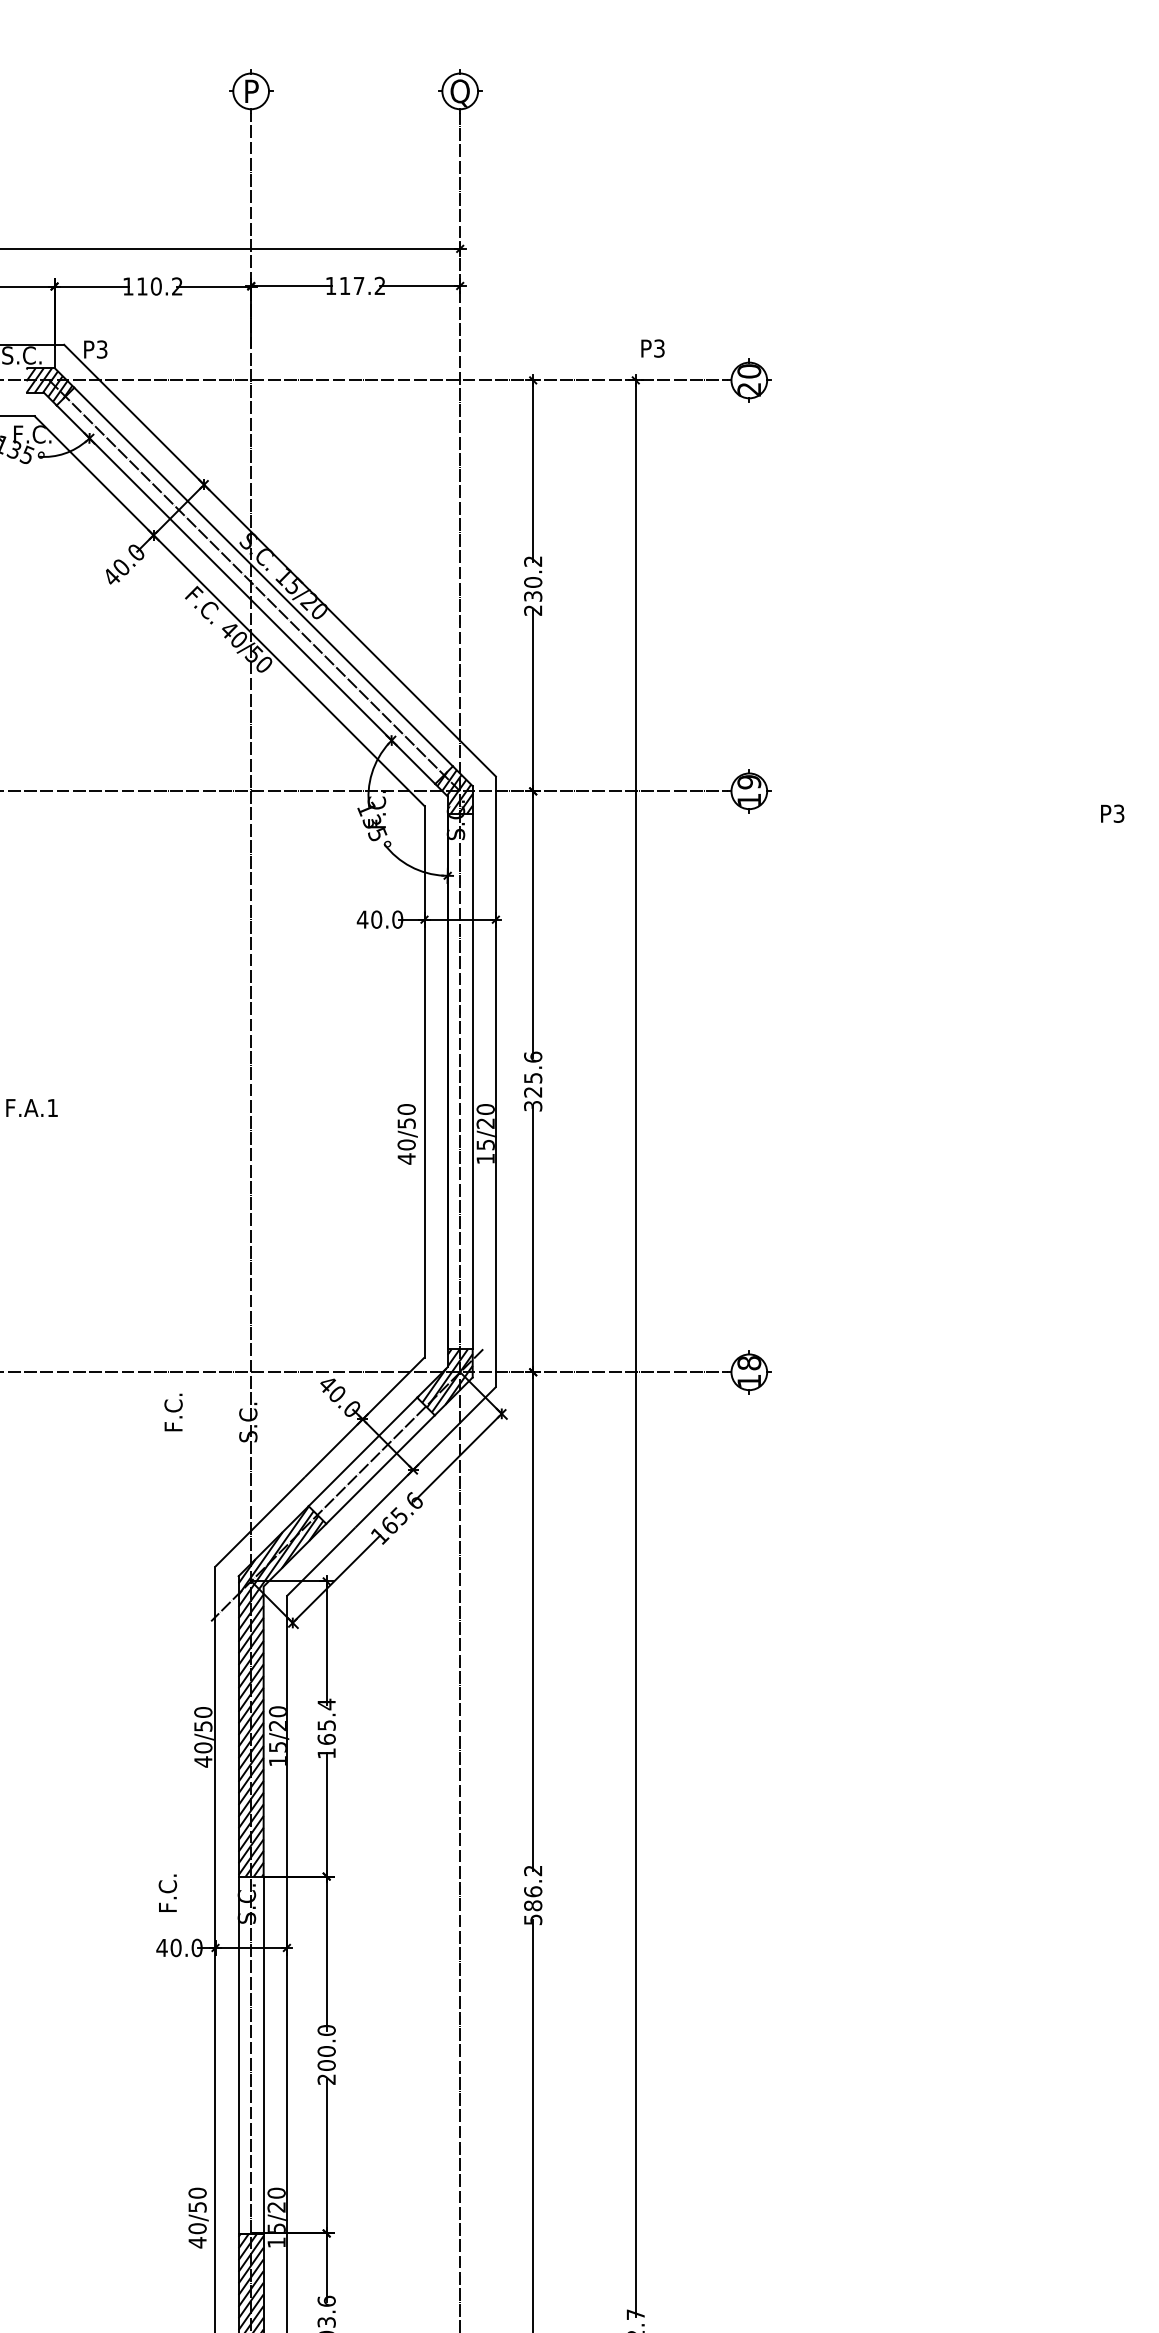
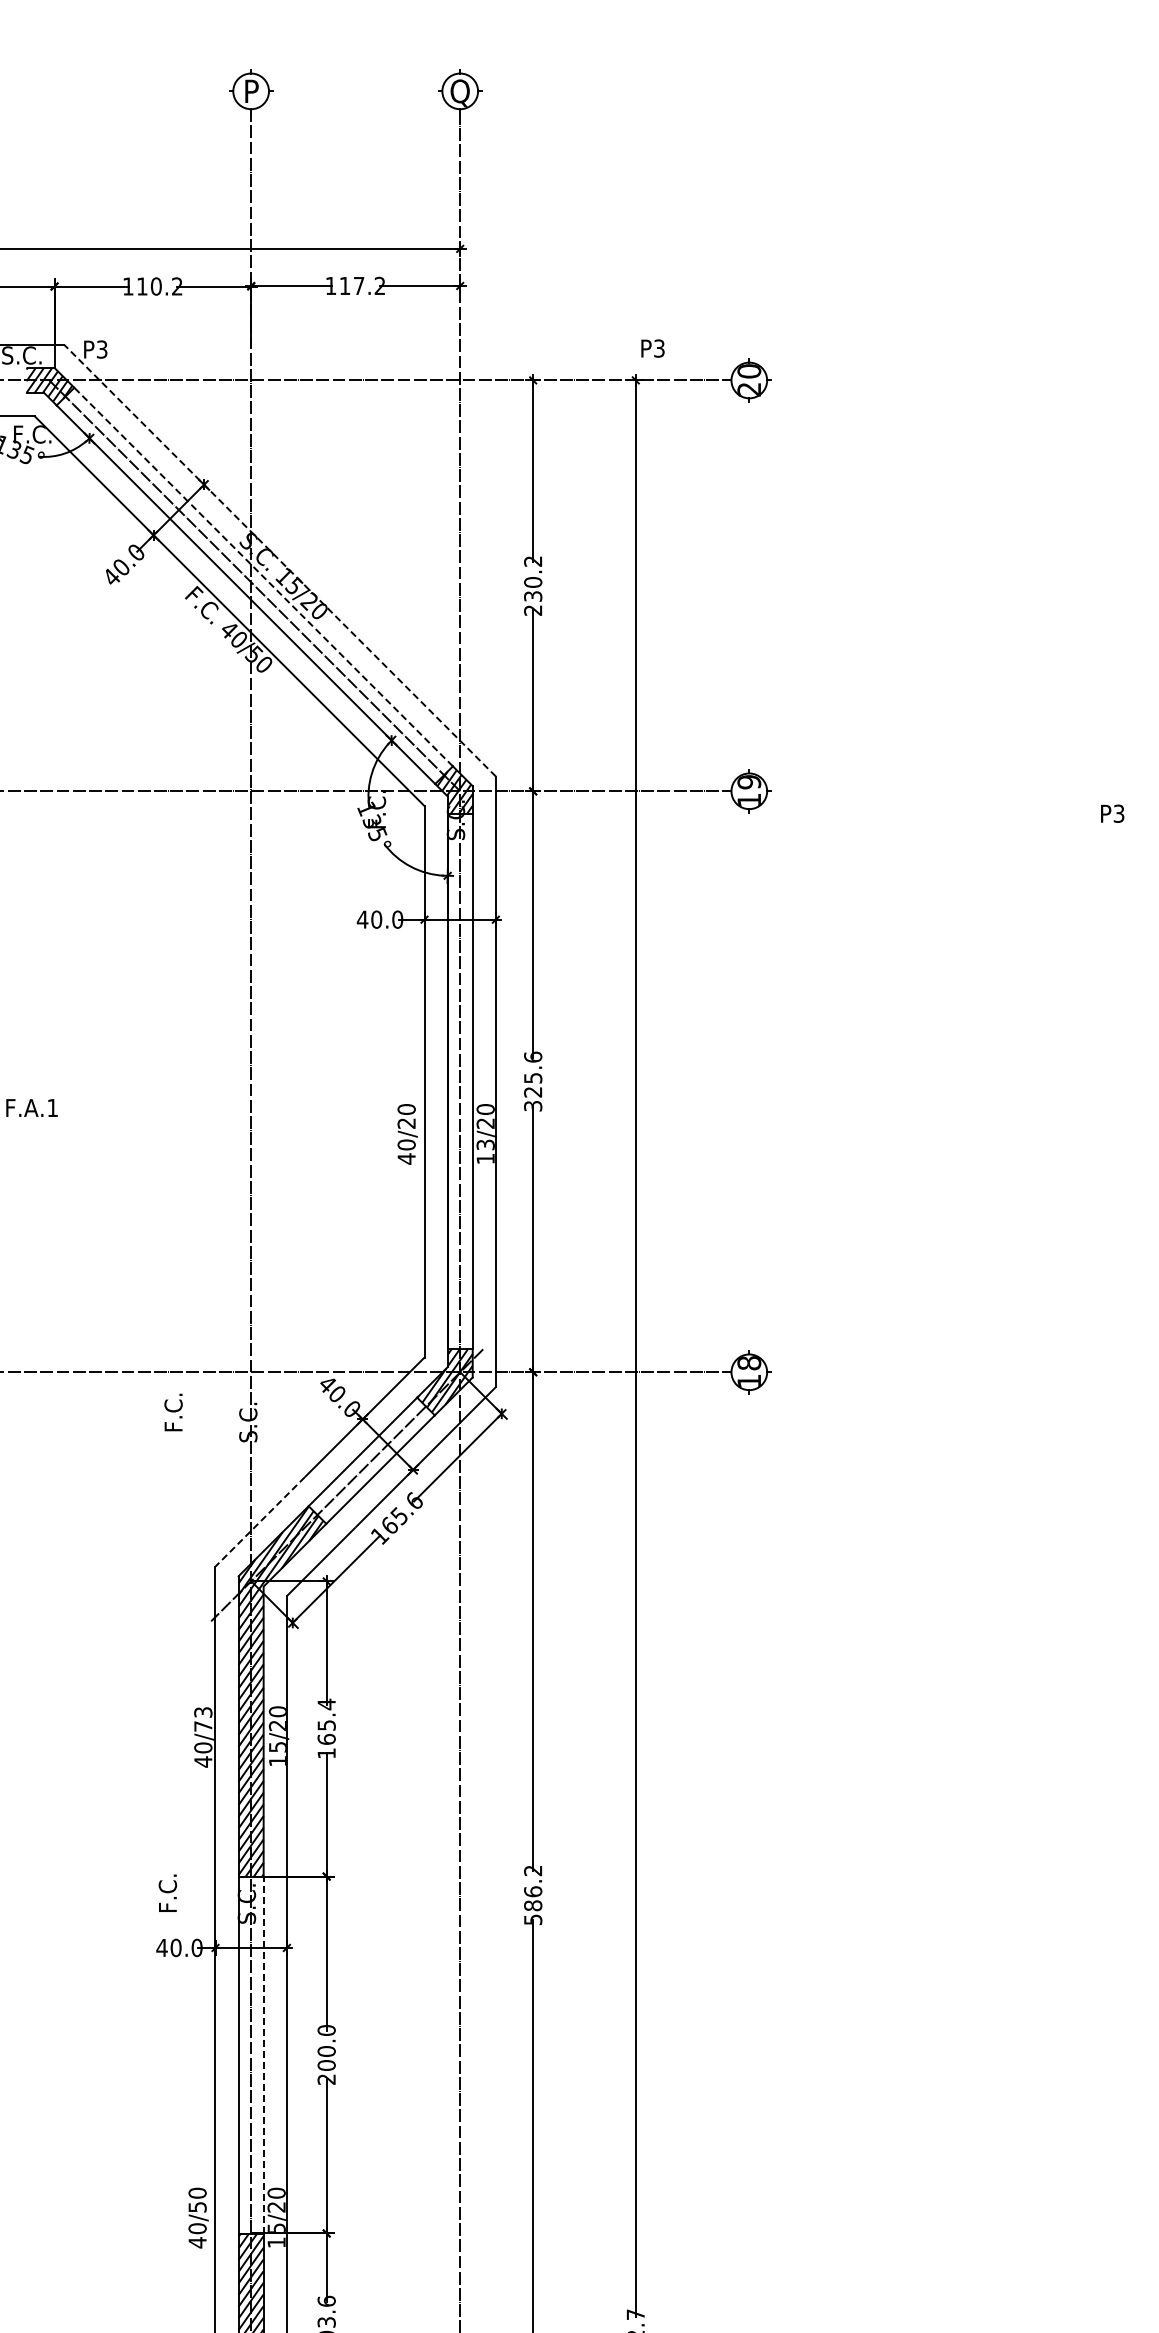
line at (279, 560): solid -> dashed
line at (263, 577): solid -> dashed
text at (406, 1123): 40/50 -> 40/20
text at (485, 1144): 15/20 -> 13/20
line at (259, 1522): solid -> dashed
text at (203, 1719): 40/50 -> 40/73
line at (263, 2054): solid -> dashed
